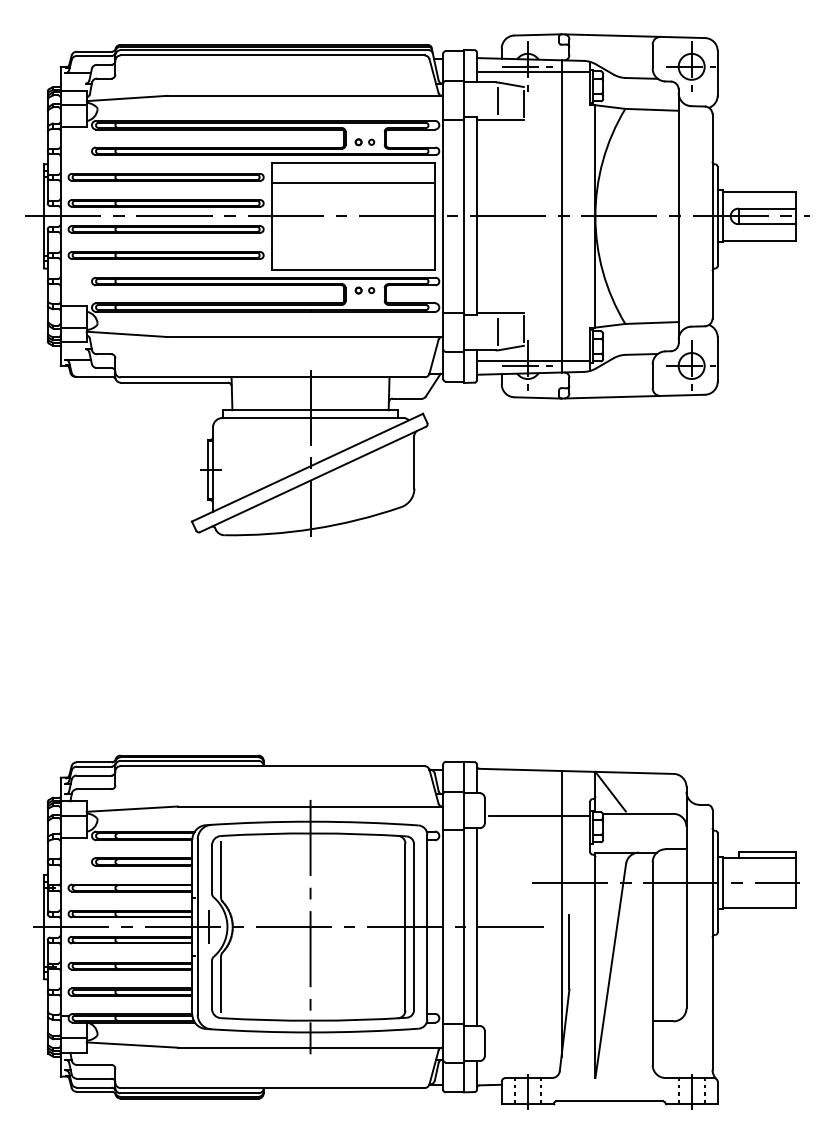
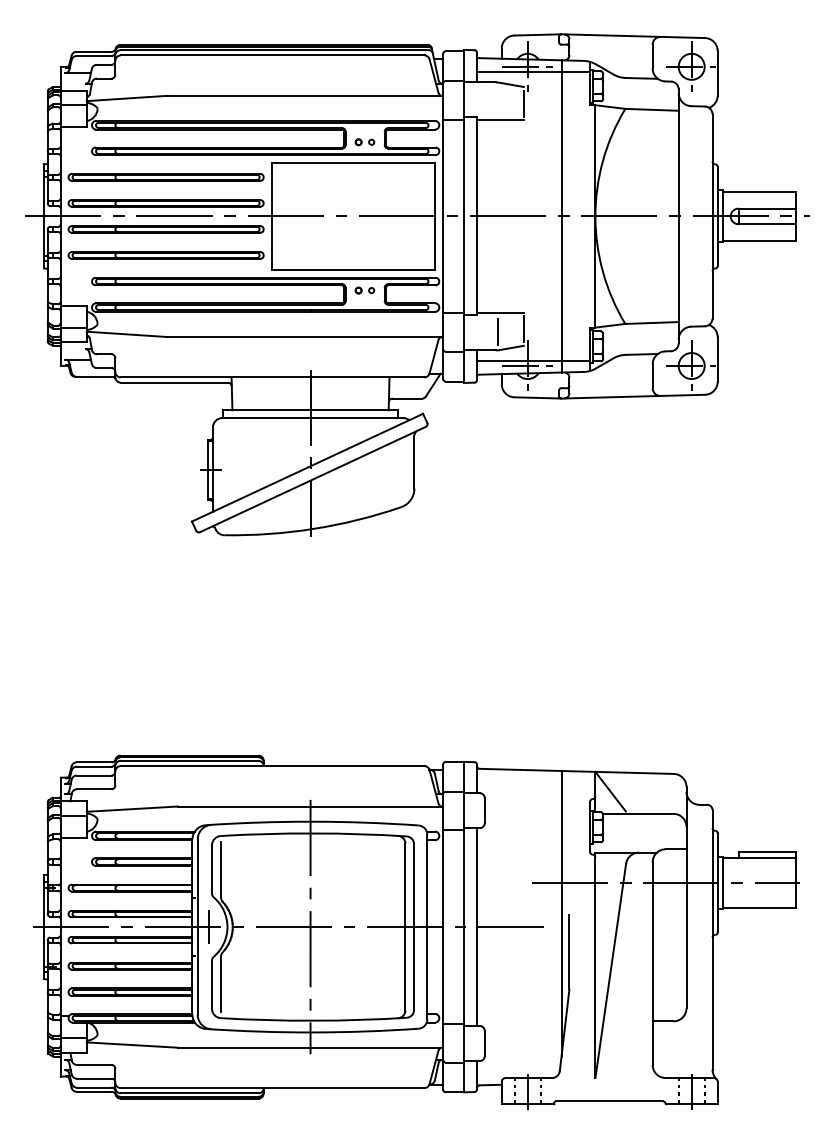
line at (497, 100): present -> none
line at (353, 182): present -> none
line at (539, 816): present -> none
